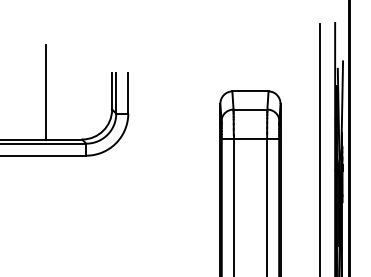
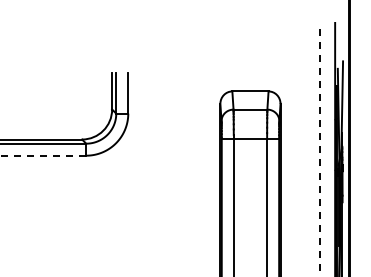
line at (45, 92): present -> none
line at (320, 149): solid -> dashed
line at (43, 155): solid -> dashed
